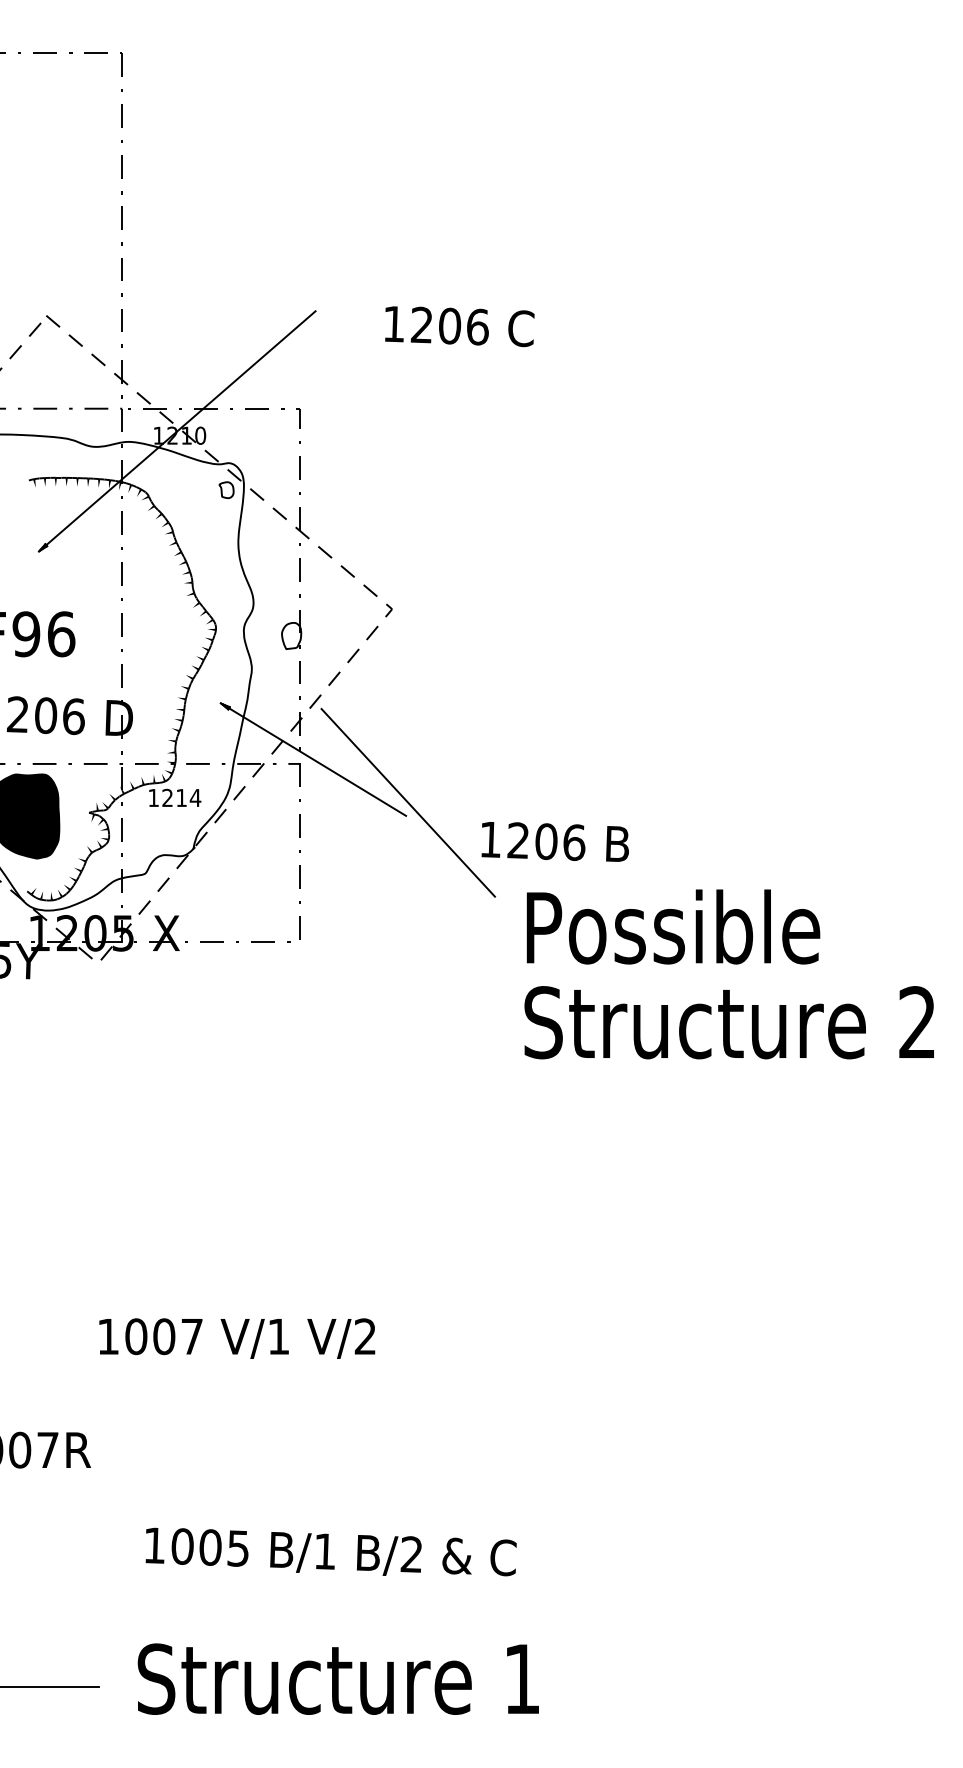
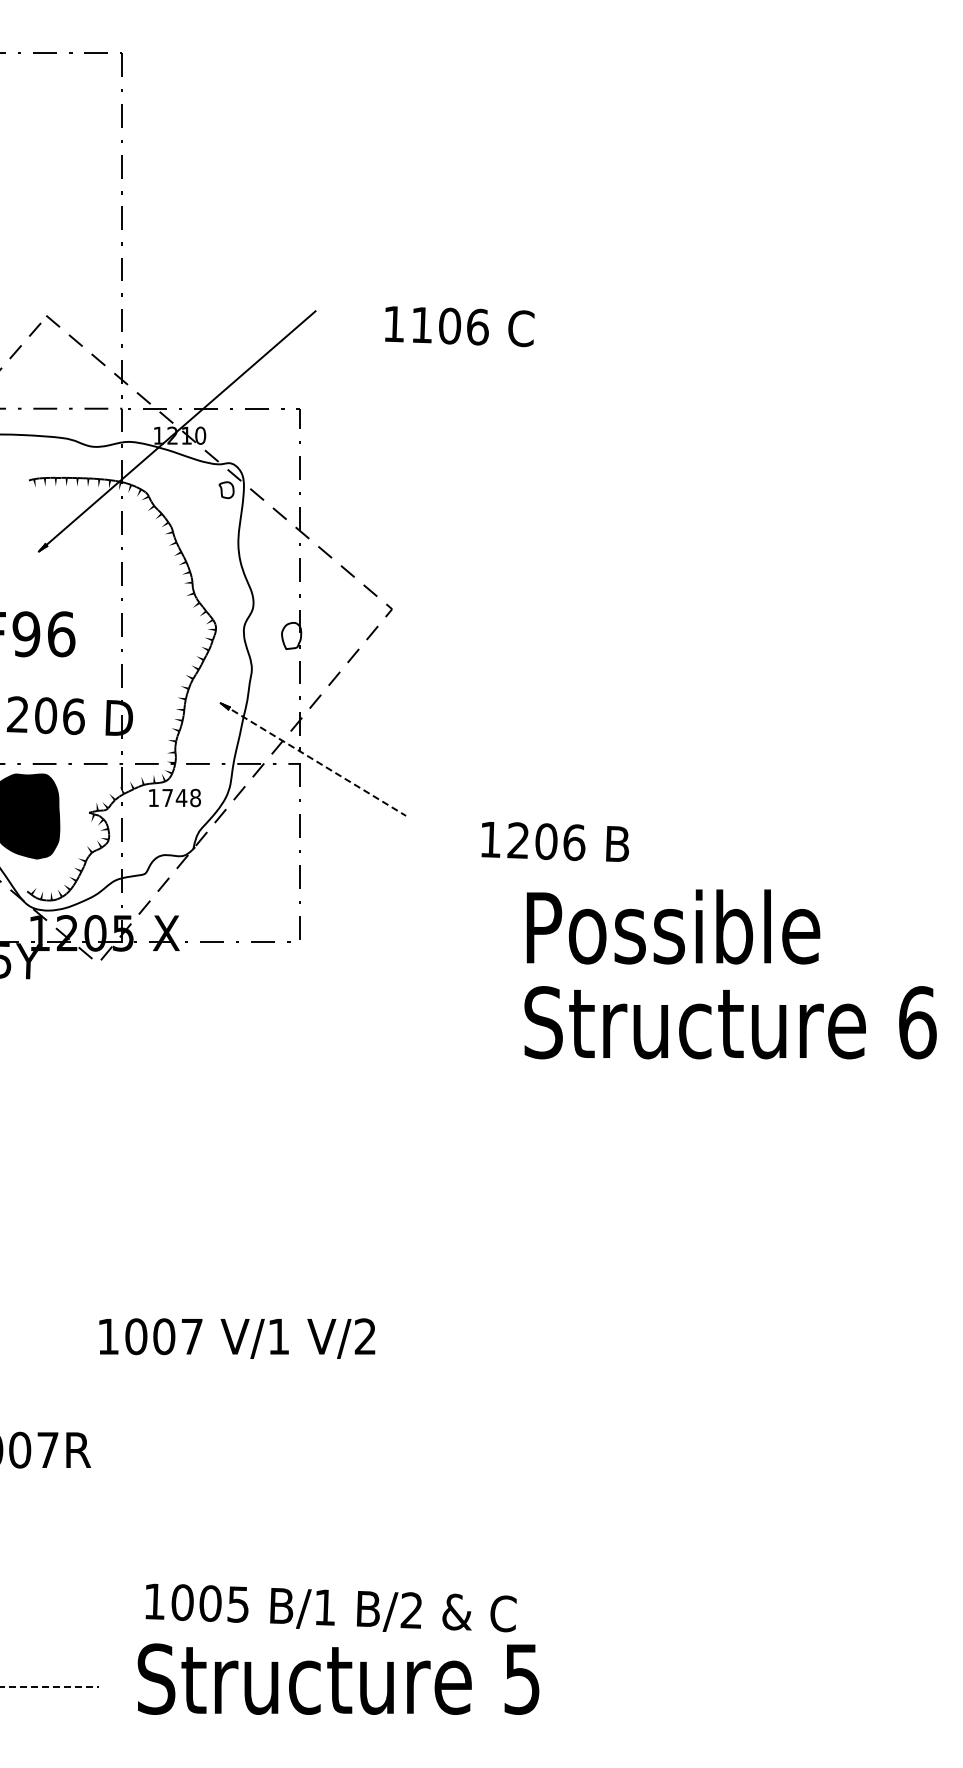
text at (420, 324): 1206 -> 1106
line at (314, 760): solid -> dashed
text at (181, 797): 1214 -> 1748
line at (407, 802): present -> none
text at (917, 1022): 2 -> 6
text at (330, 1551) position: (330, 1551) -> (330, 1607)
text at (521, 1679): 1 -> 5
line at (49, 1686): solid -> dashed
